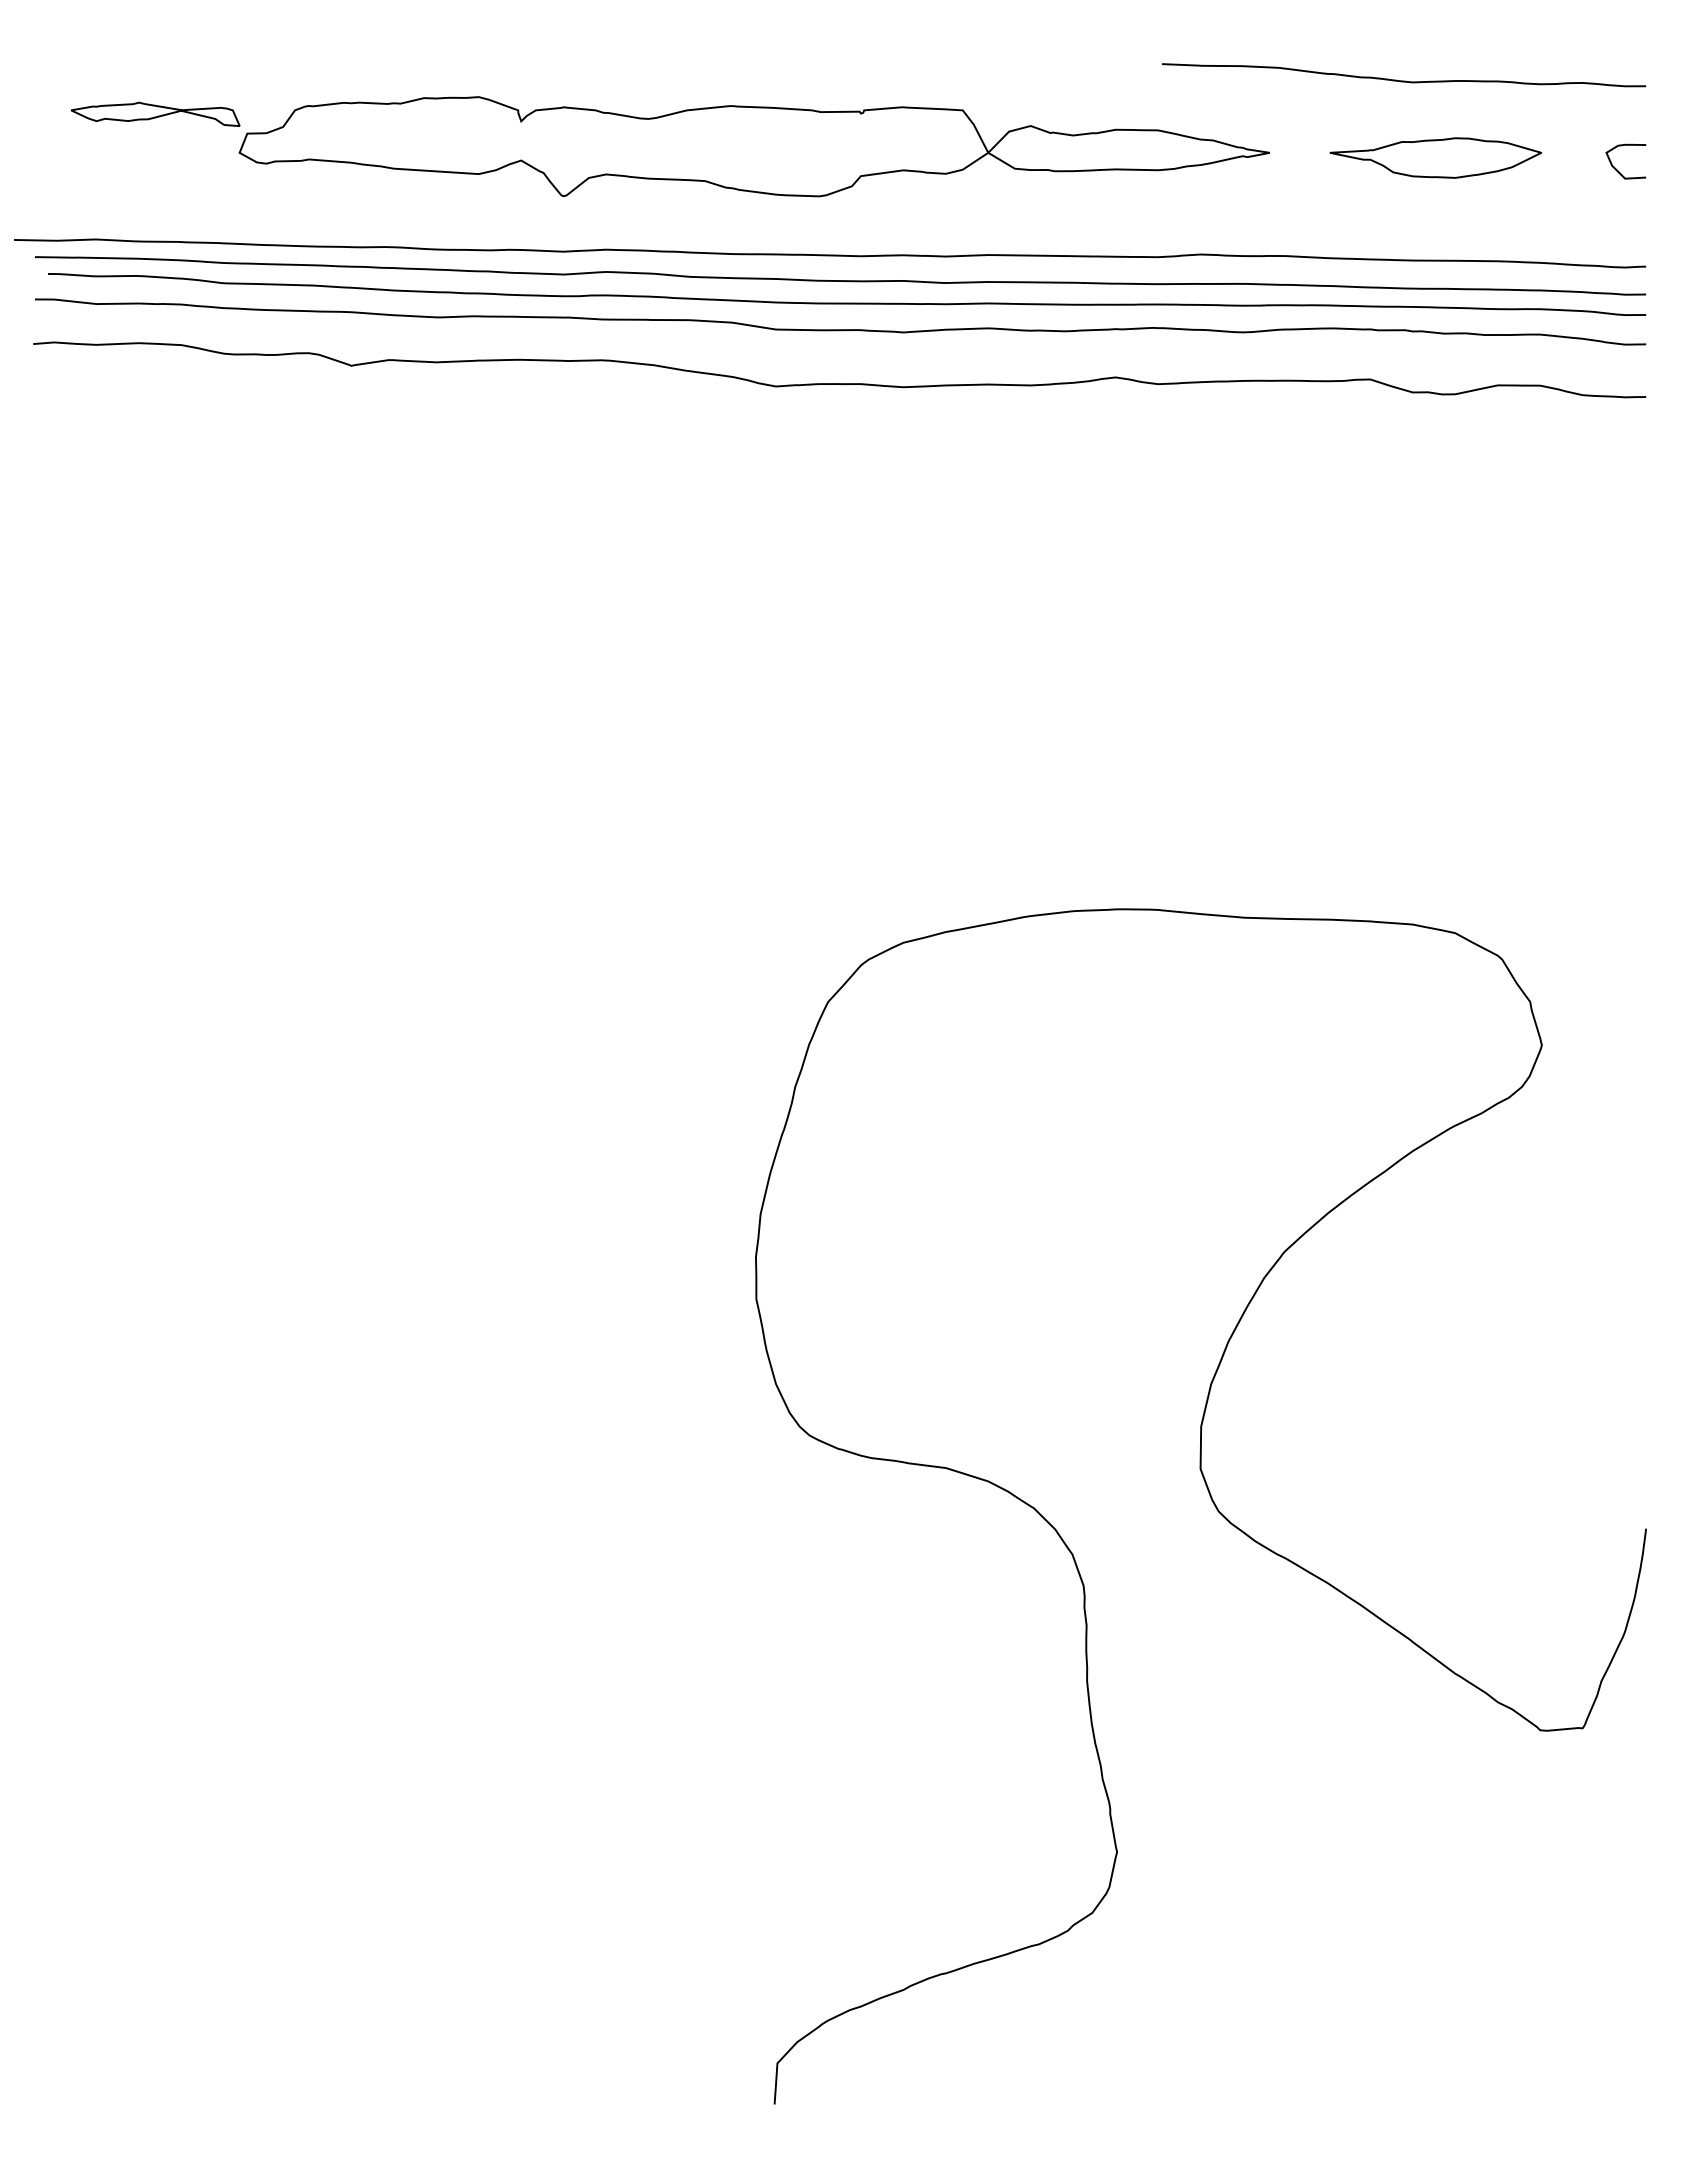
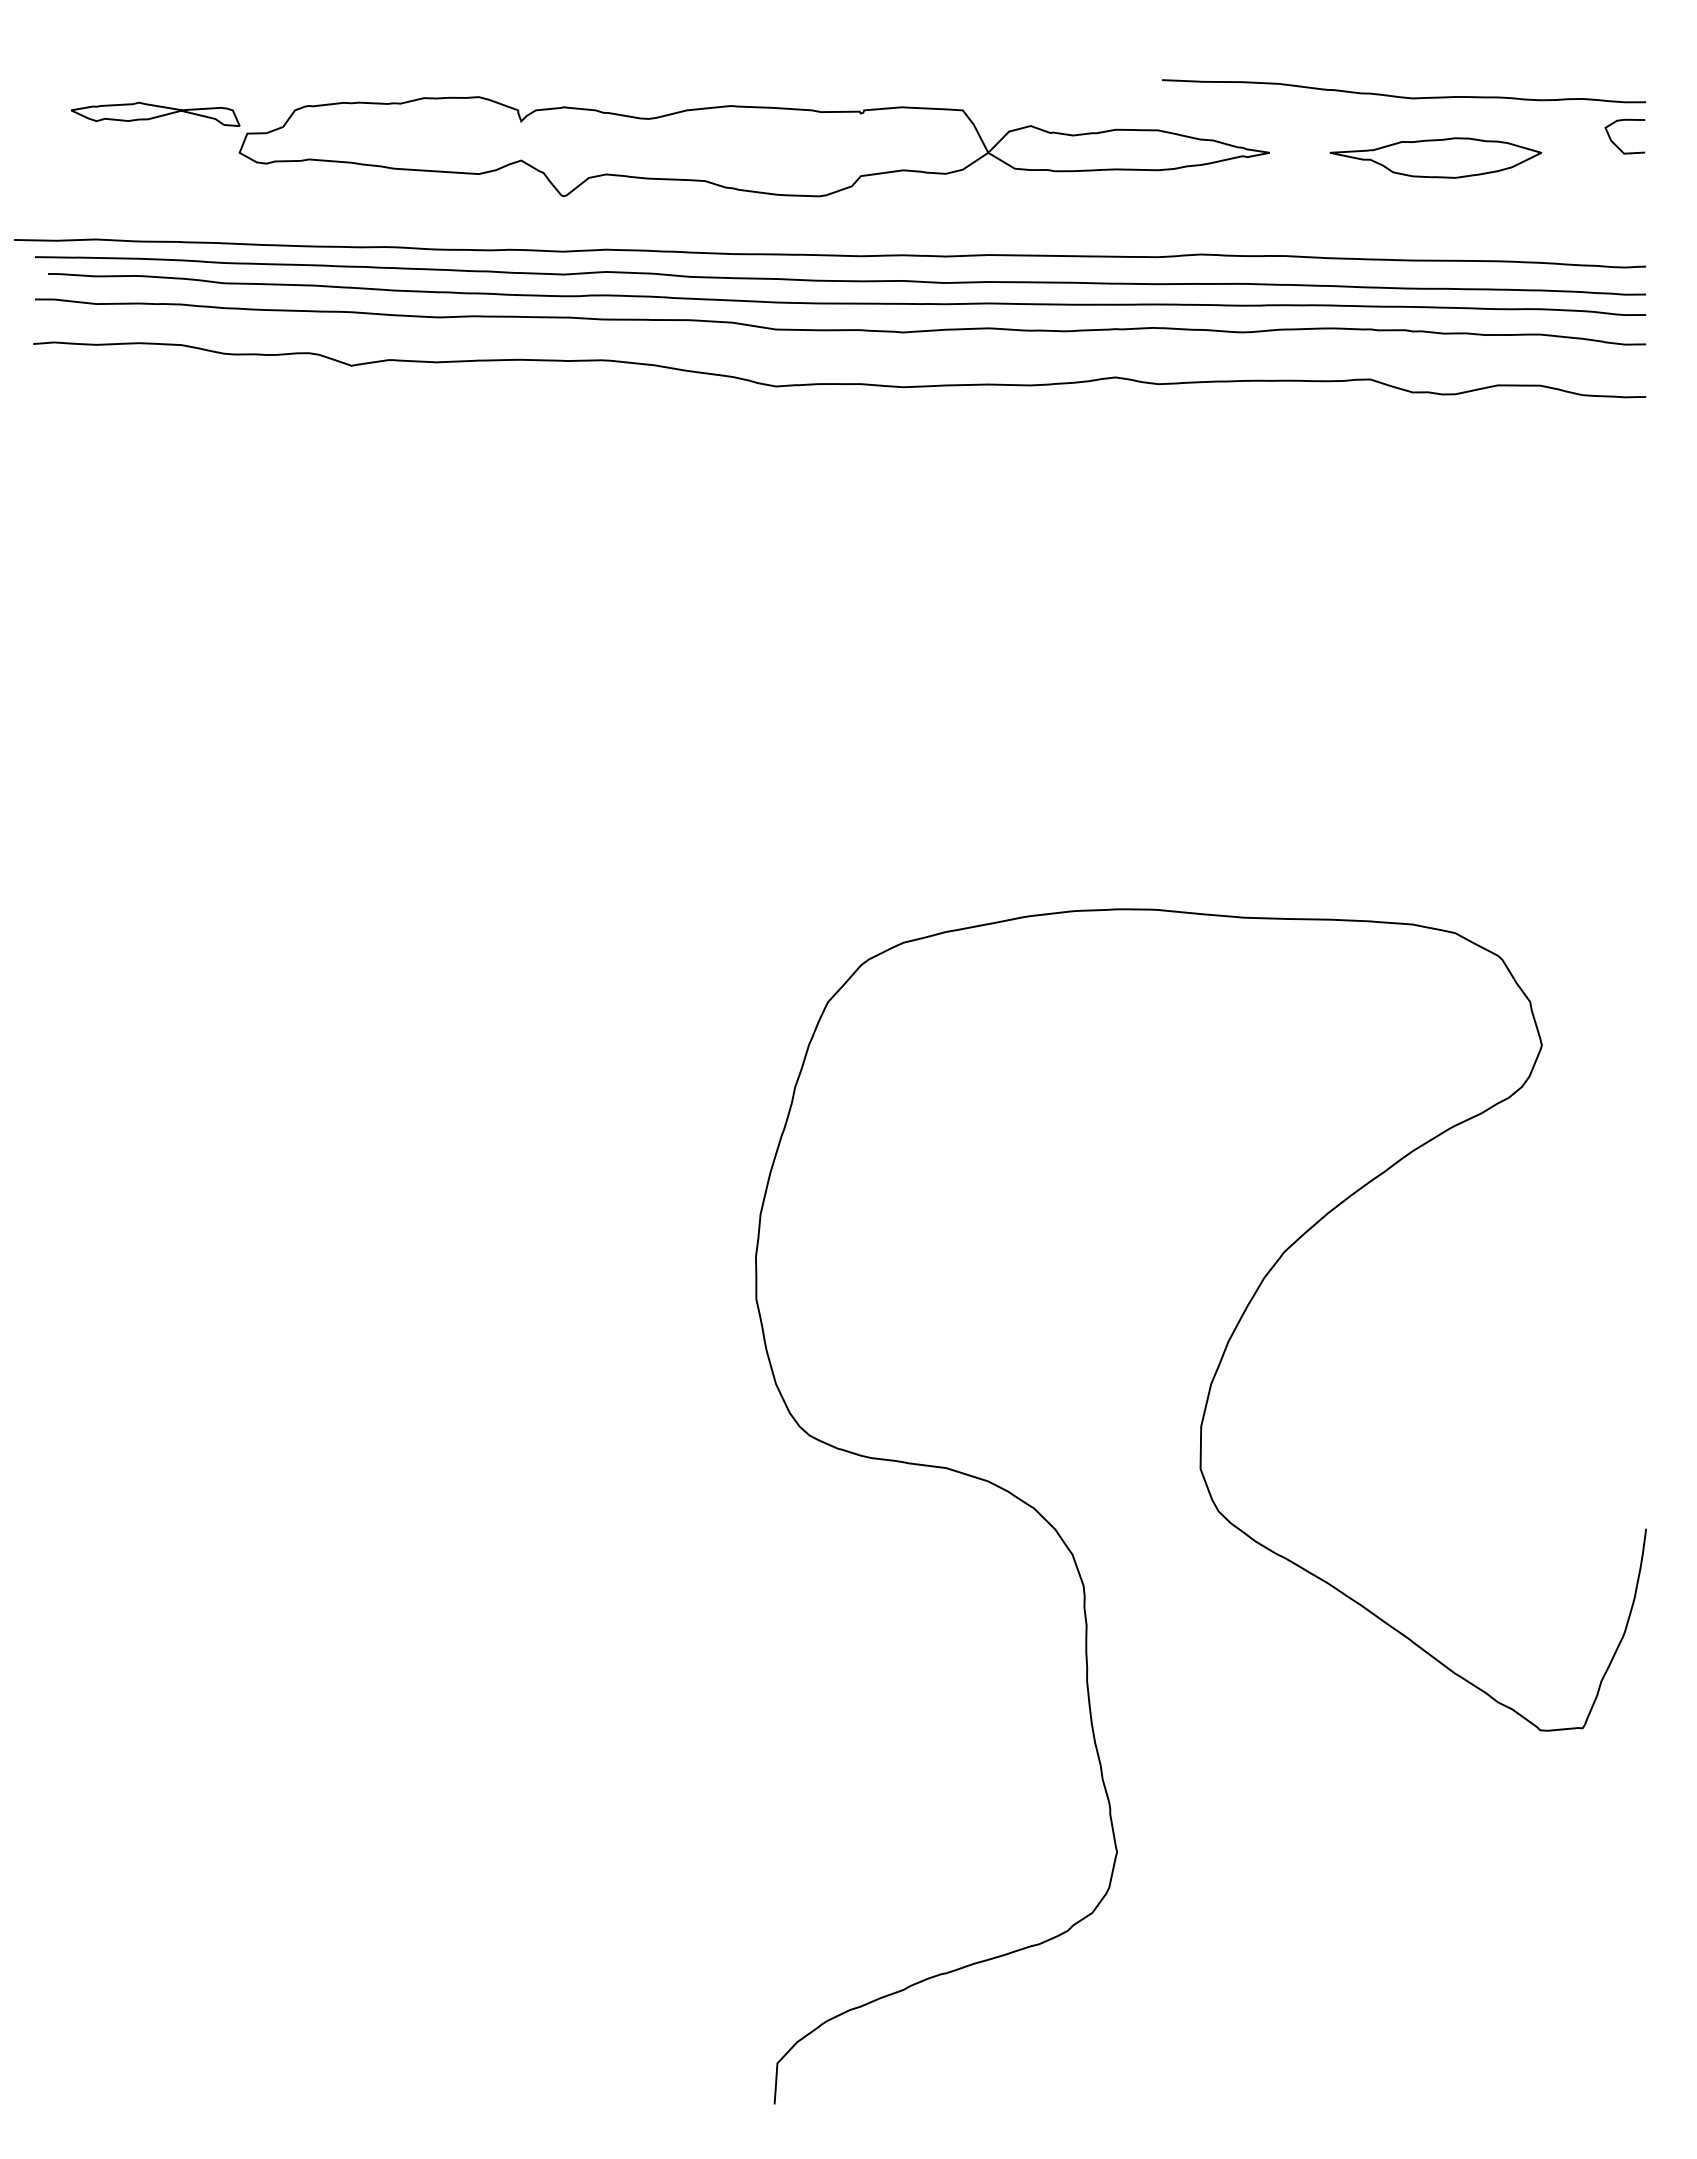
curve at (1404, 80) position: (1404, 80) -> (1404, 96)
curve at (1617, 169) position: (1617, 169) -> (1616, 144)
